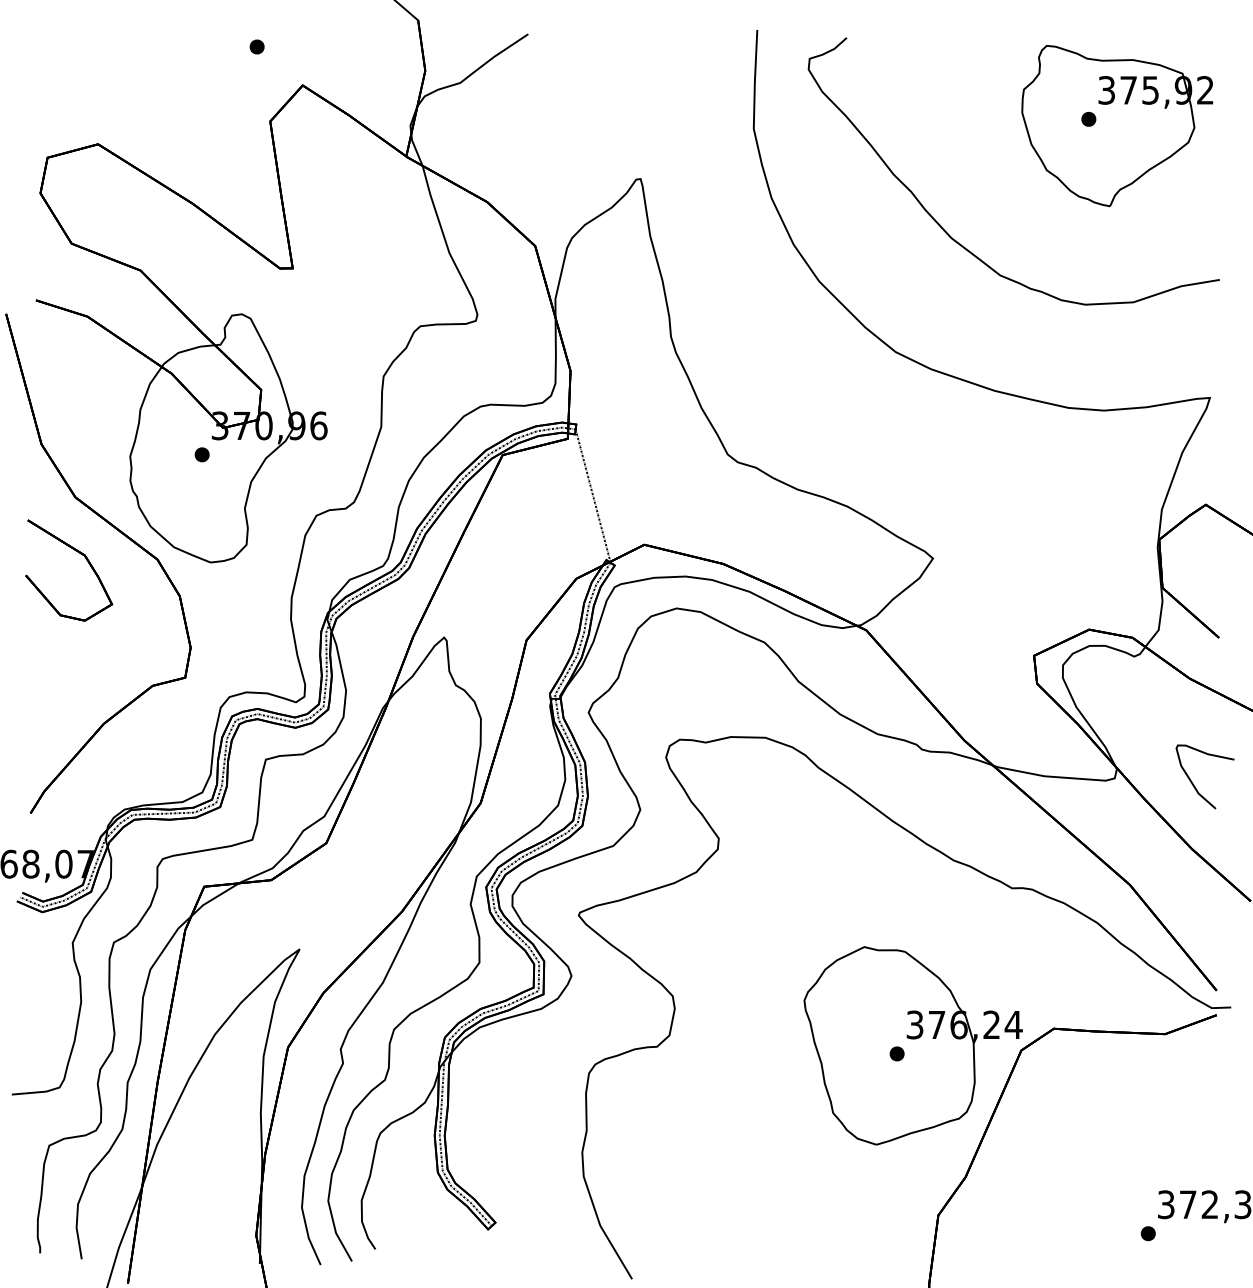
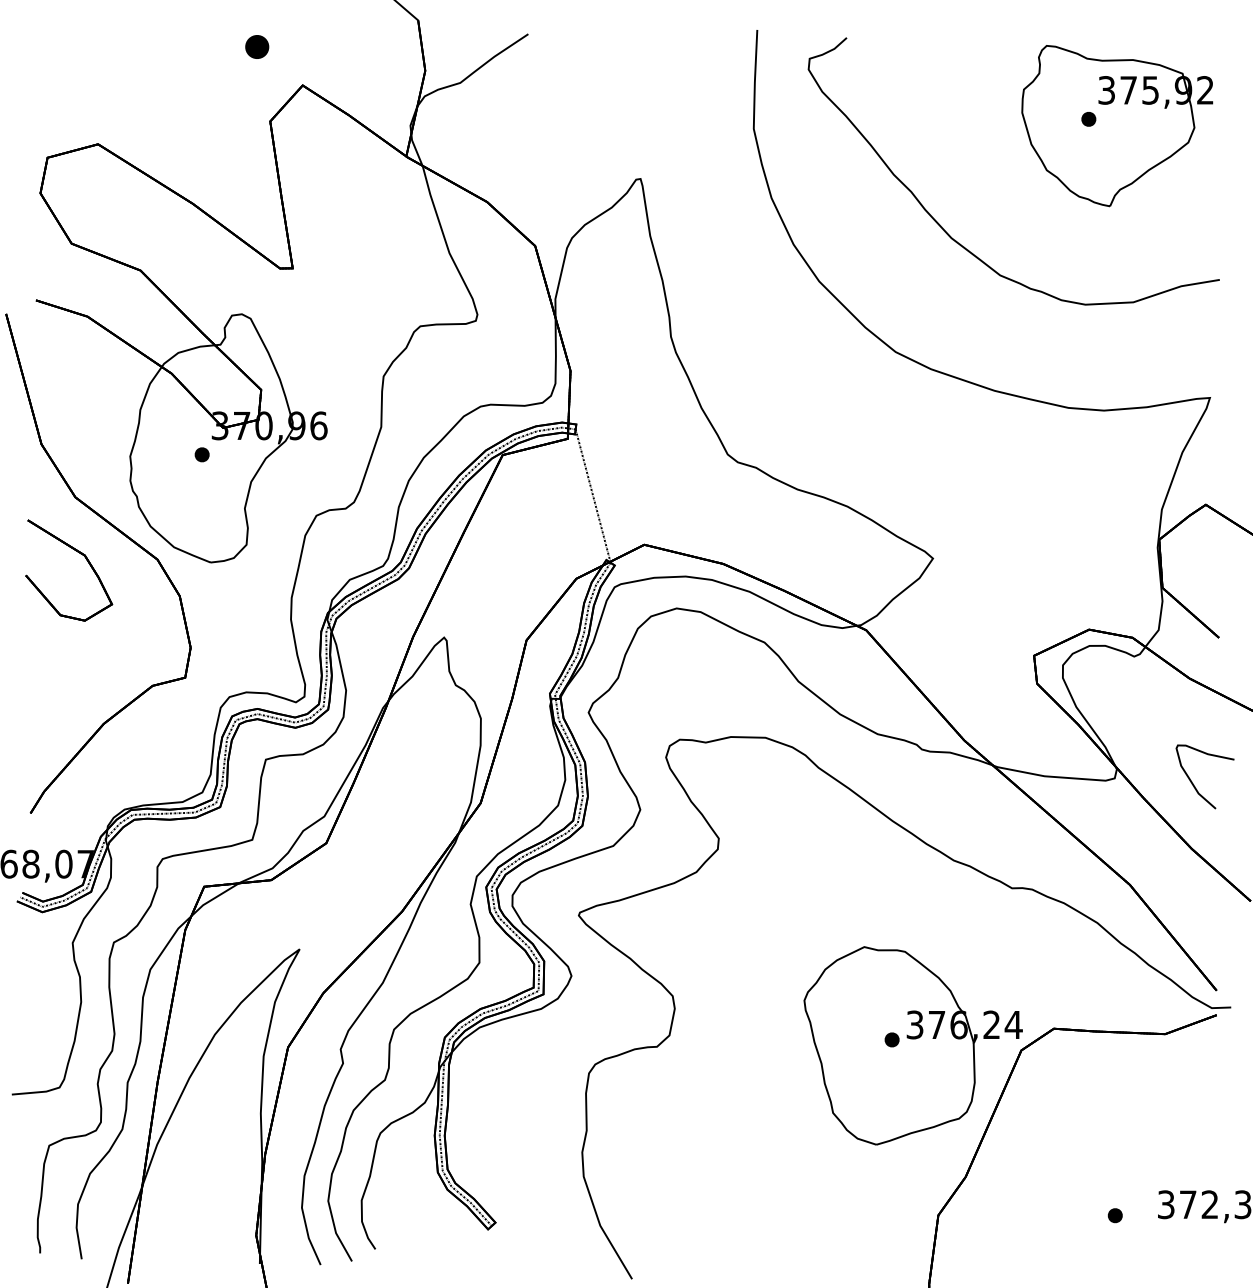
part at (256, 46) size: 16x16 px -> 25x24 px
part at (896, 1053) position: (896, 1053) -> (891, 1039)
part at (1147, 1233) position: (1147, 1233) -> (1114, 1215)
